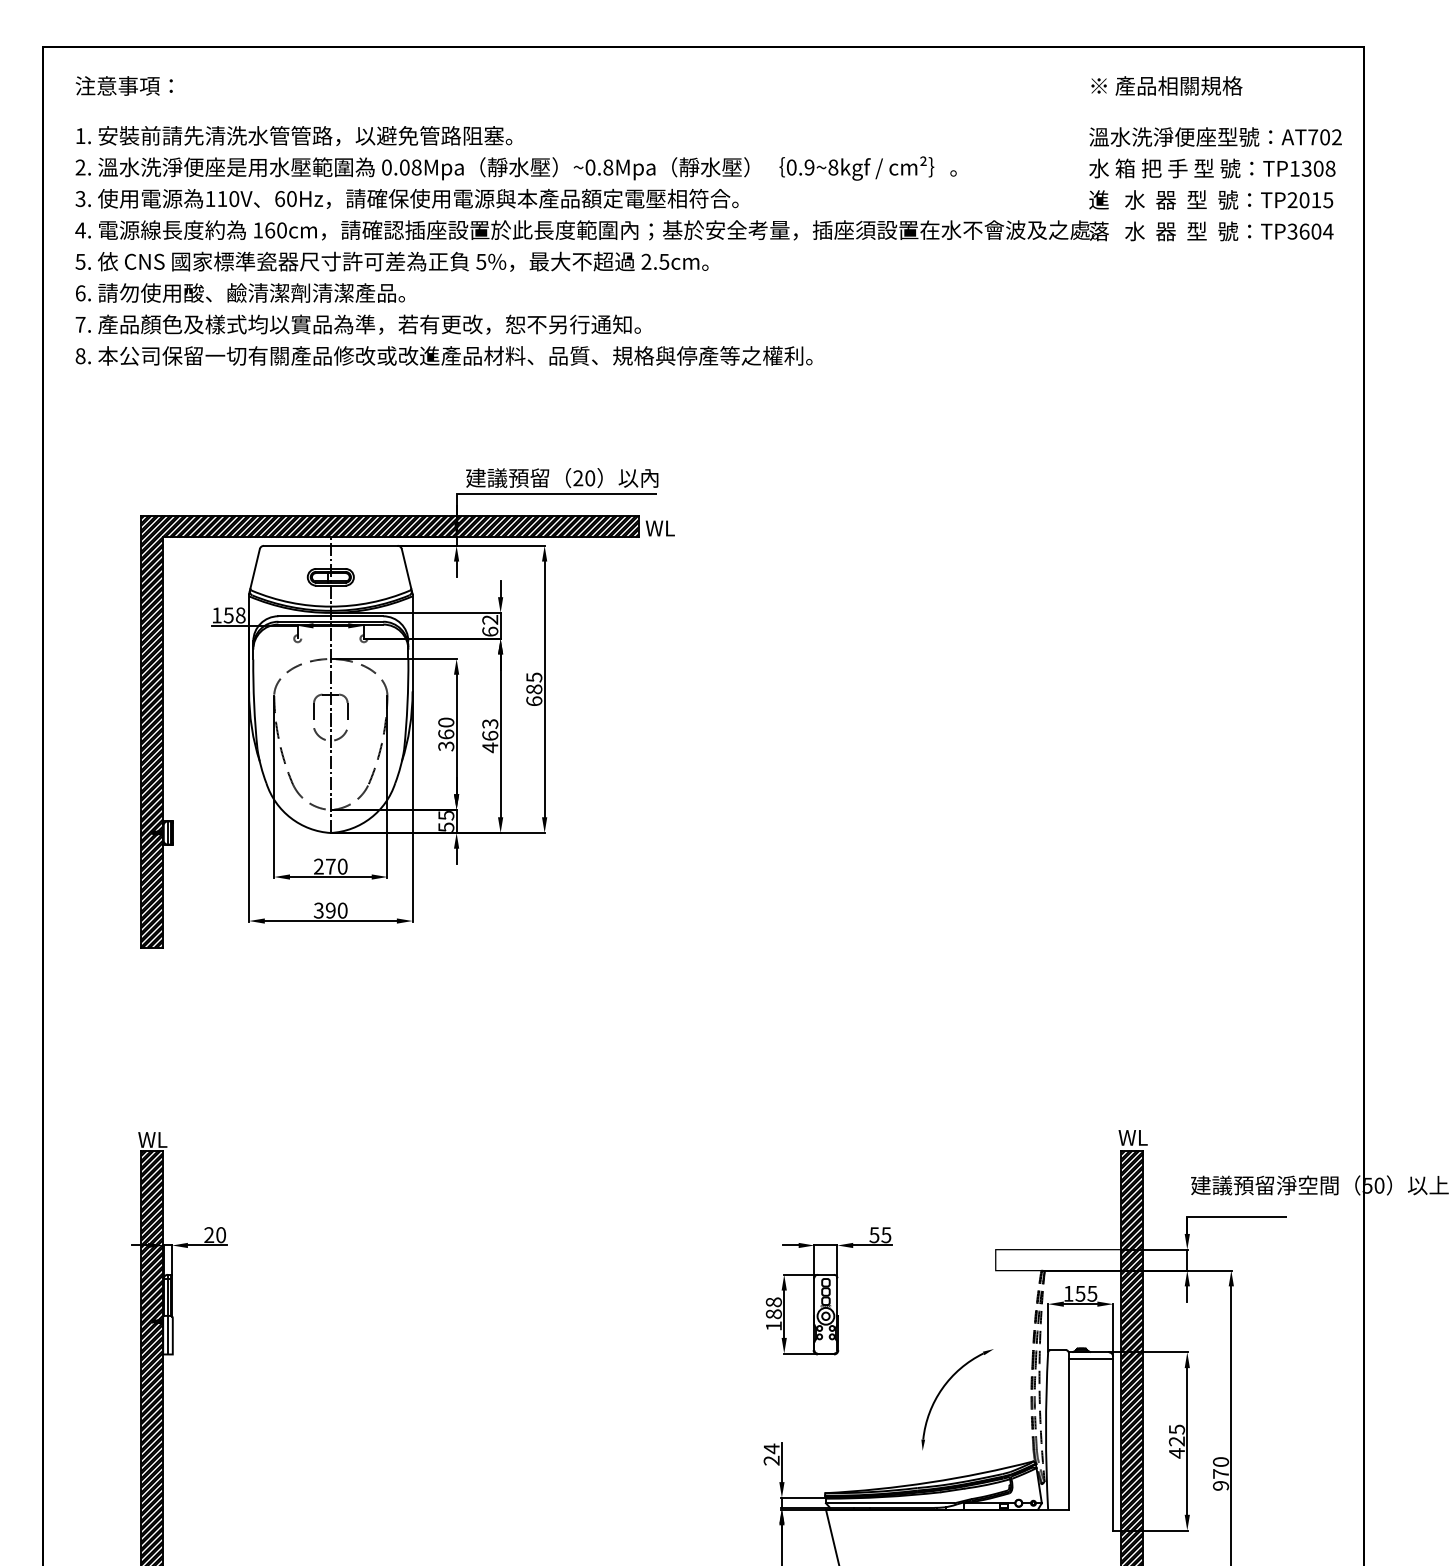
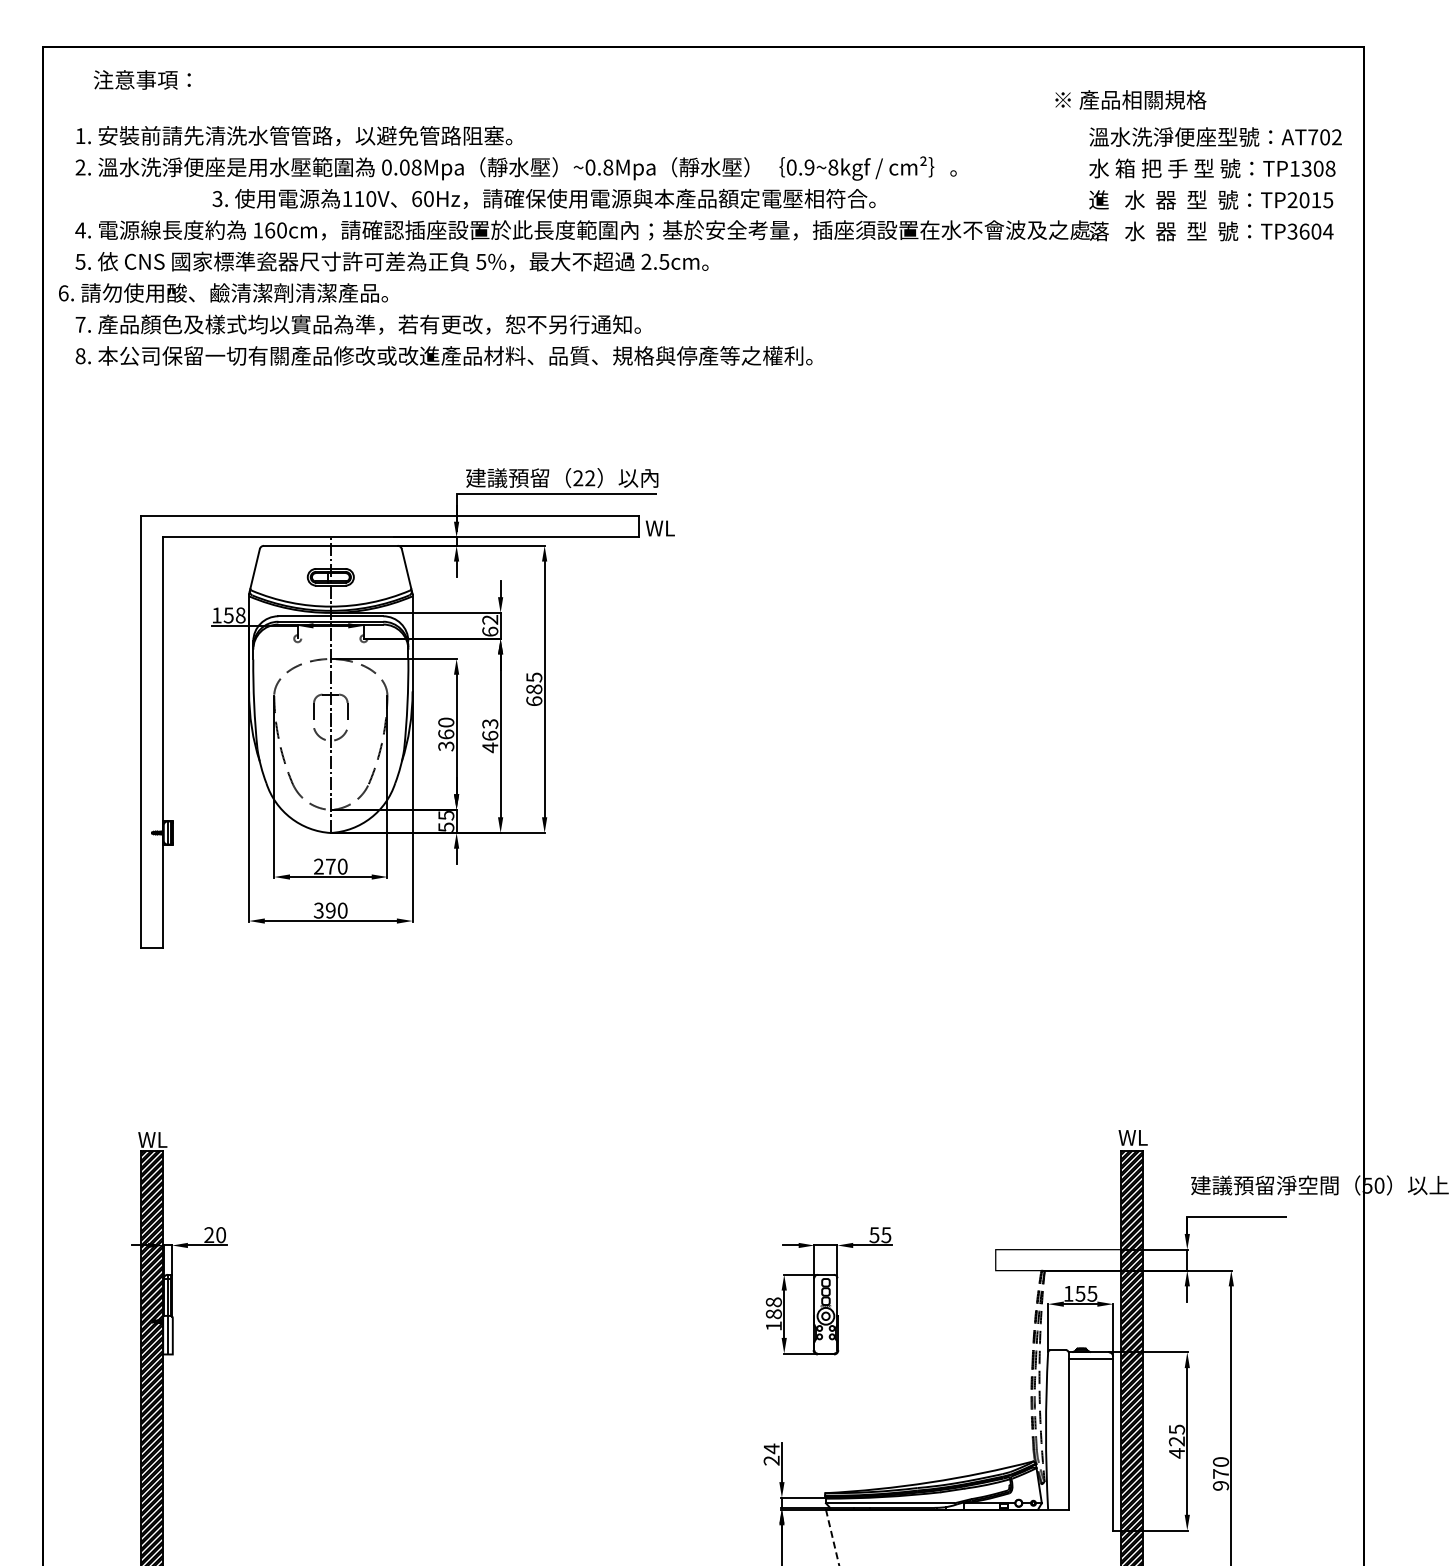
text at (123, 85) position: (123, 85) -> (141, 79)
text at (1166, 85) position: (1166, 85) -> (1130, 99)
text at (406, 198) position: (406, 198) -> (543, 198)
text at (240, 292) position: (240, 292) -> (223, 292)
text at (590, 478): 20 -> 22
hatch at (389, 731): present -> none
part at (942, 1390): present -> none
line at (832, 1537): solid -> dashed
